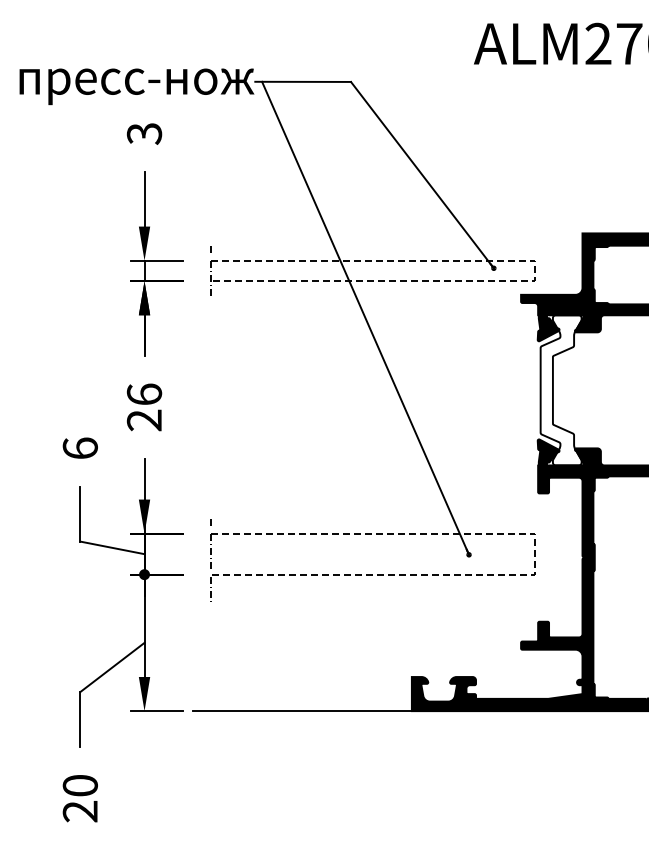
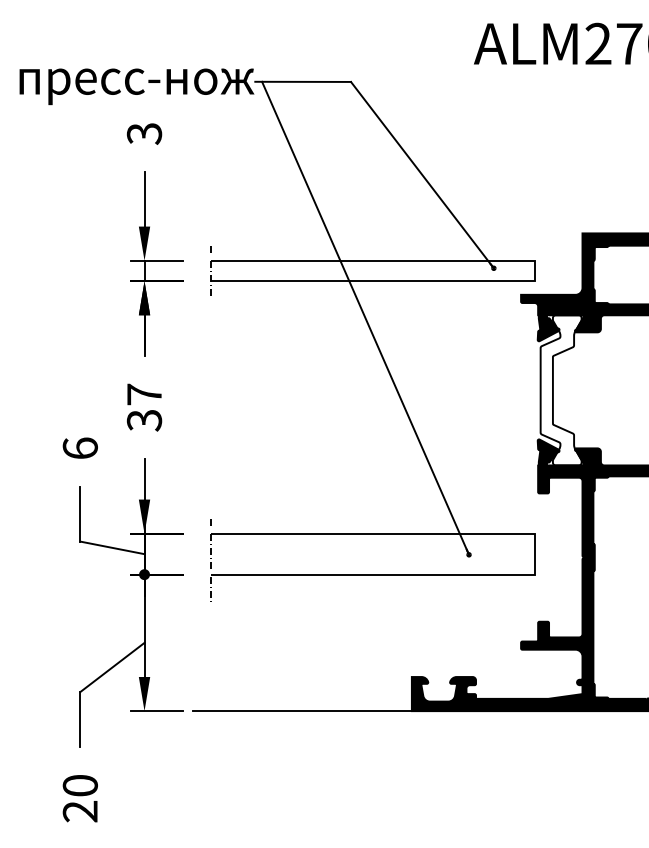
line at (535, 271): dashed -> solid
text at (144, 407): 26 -> 37
line at (535, 554): dashed -> solid
